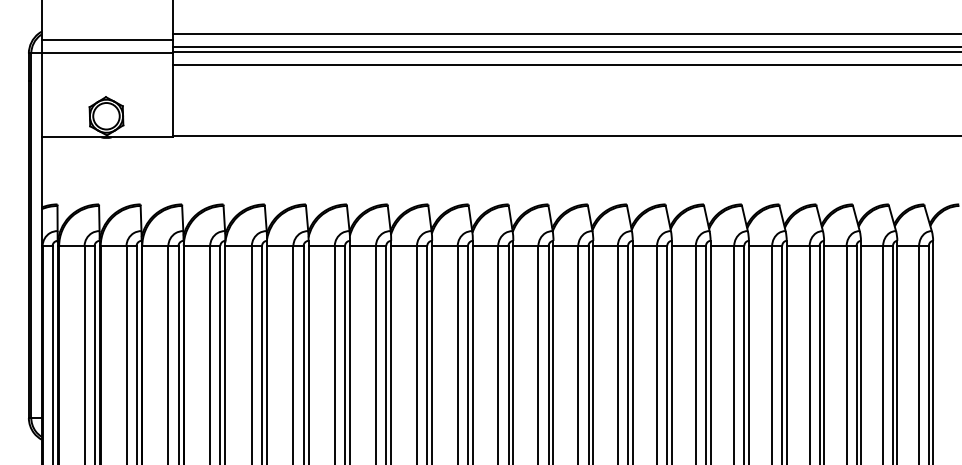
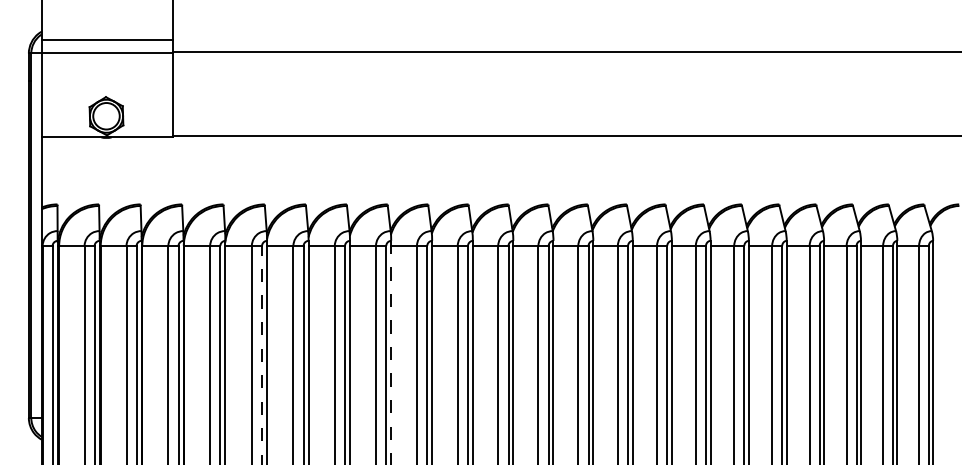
line at (565, 33): present -> none
line at (565, 47): present -> none
line at (565, 65): present -> none
line at (391, 352): solid -> dashed
line at (262, 354): solid -> dashed
